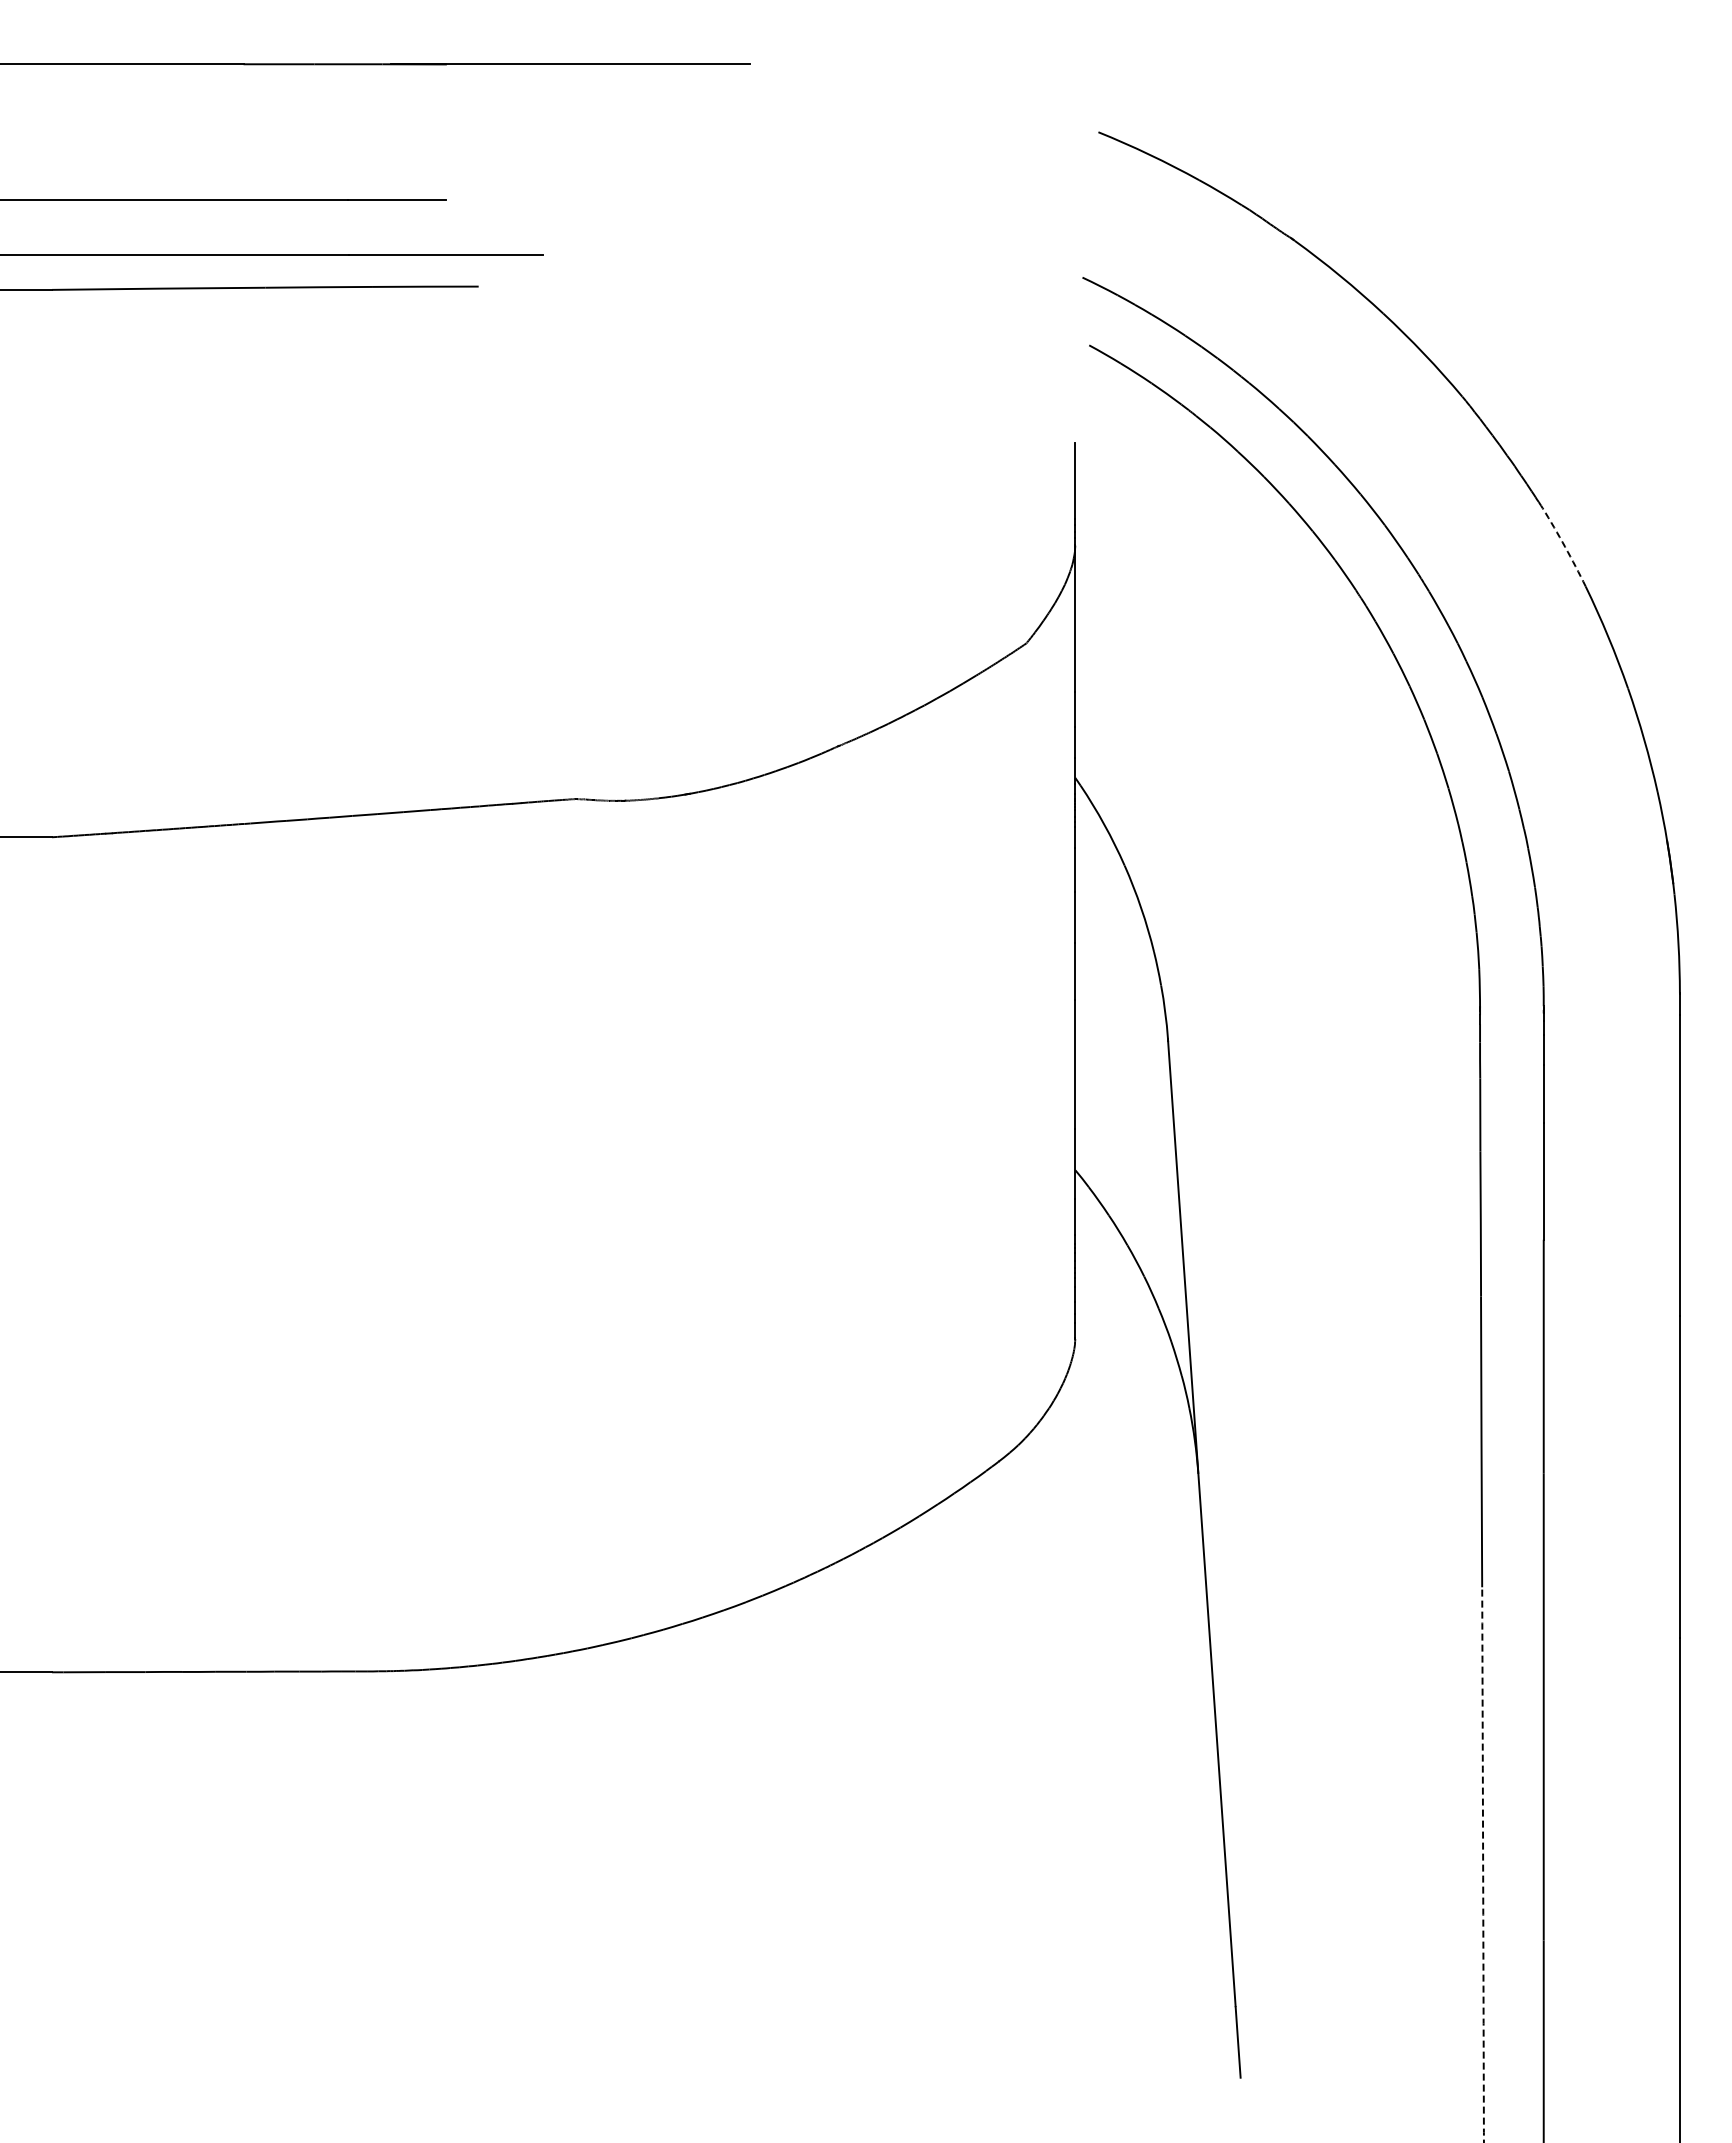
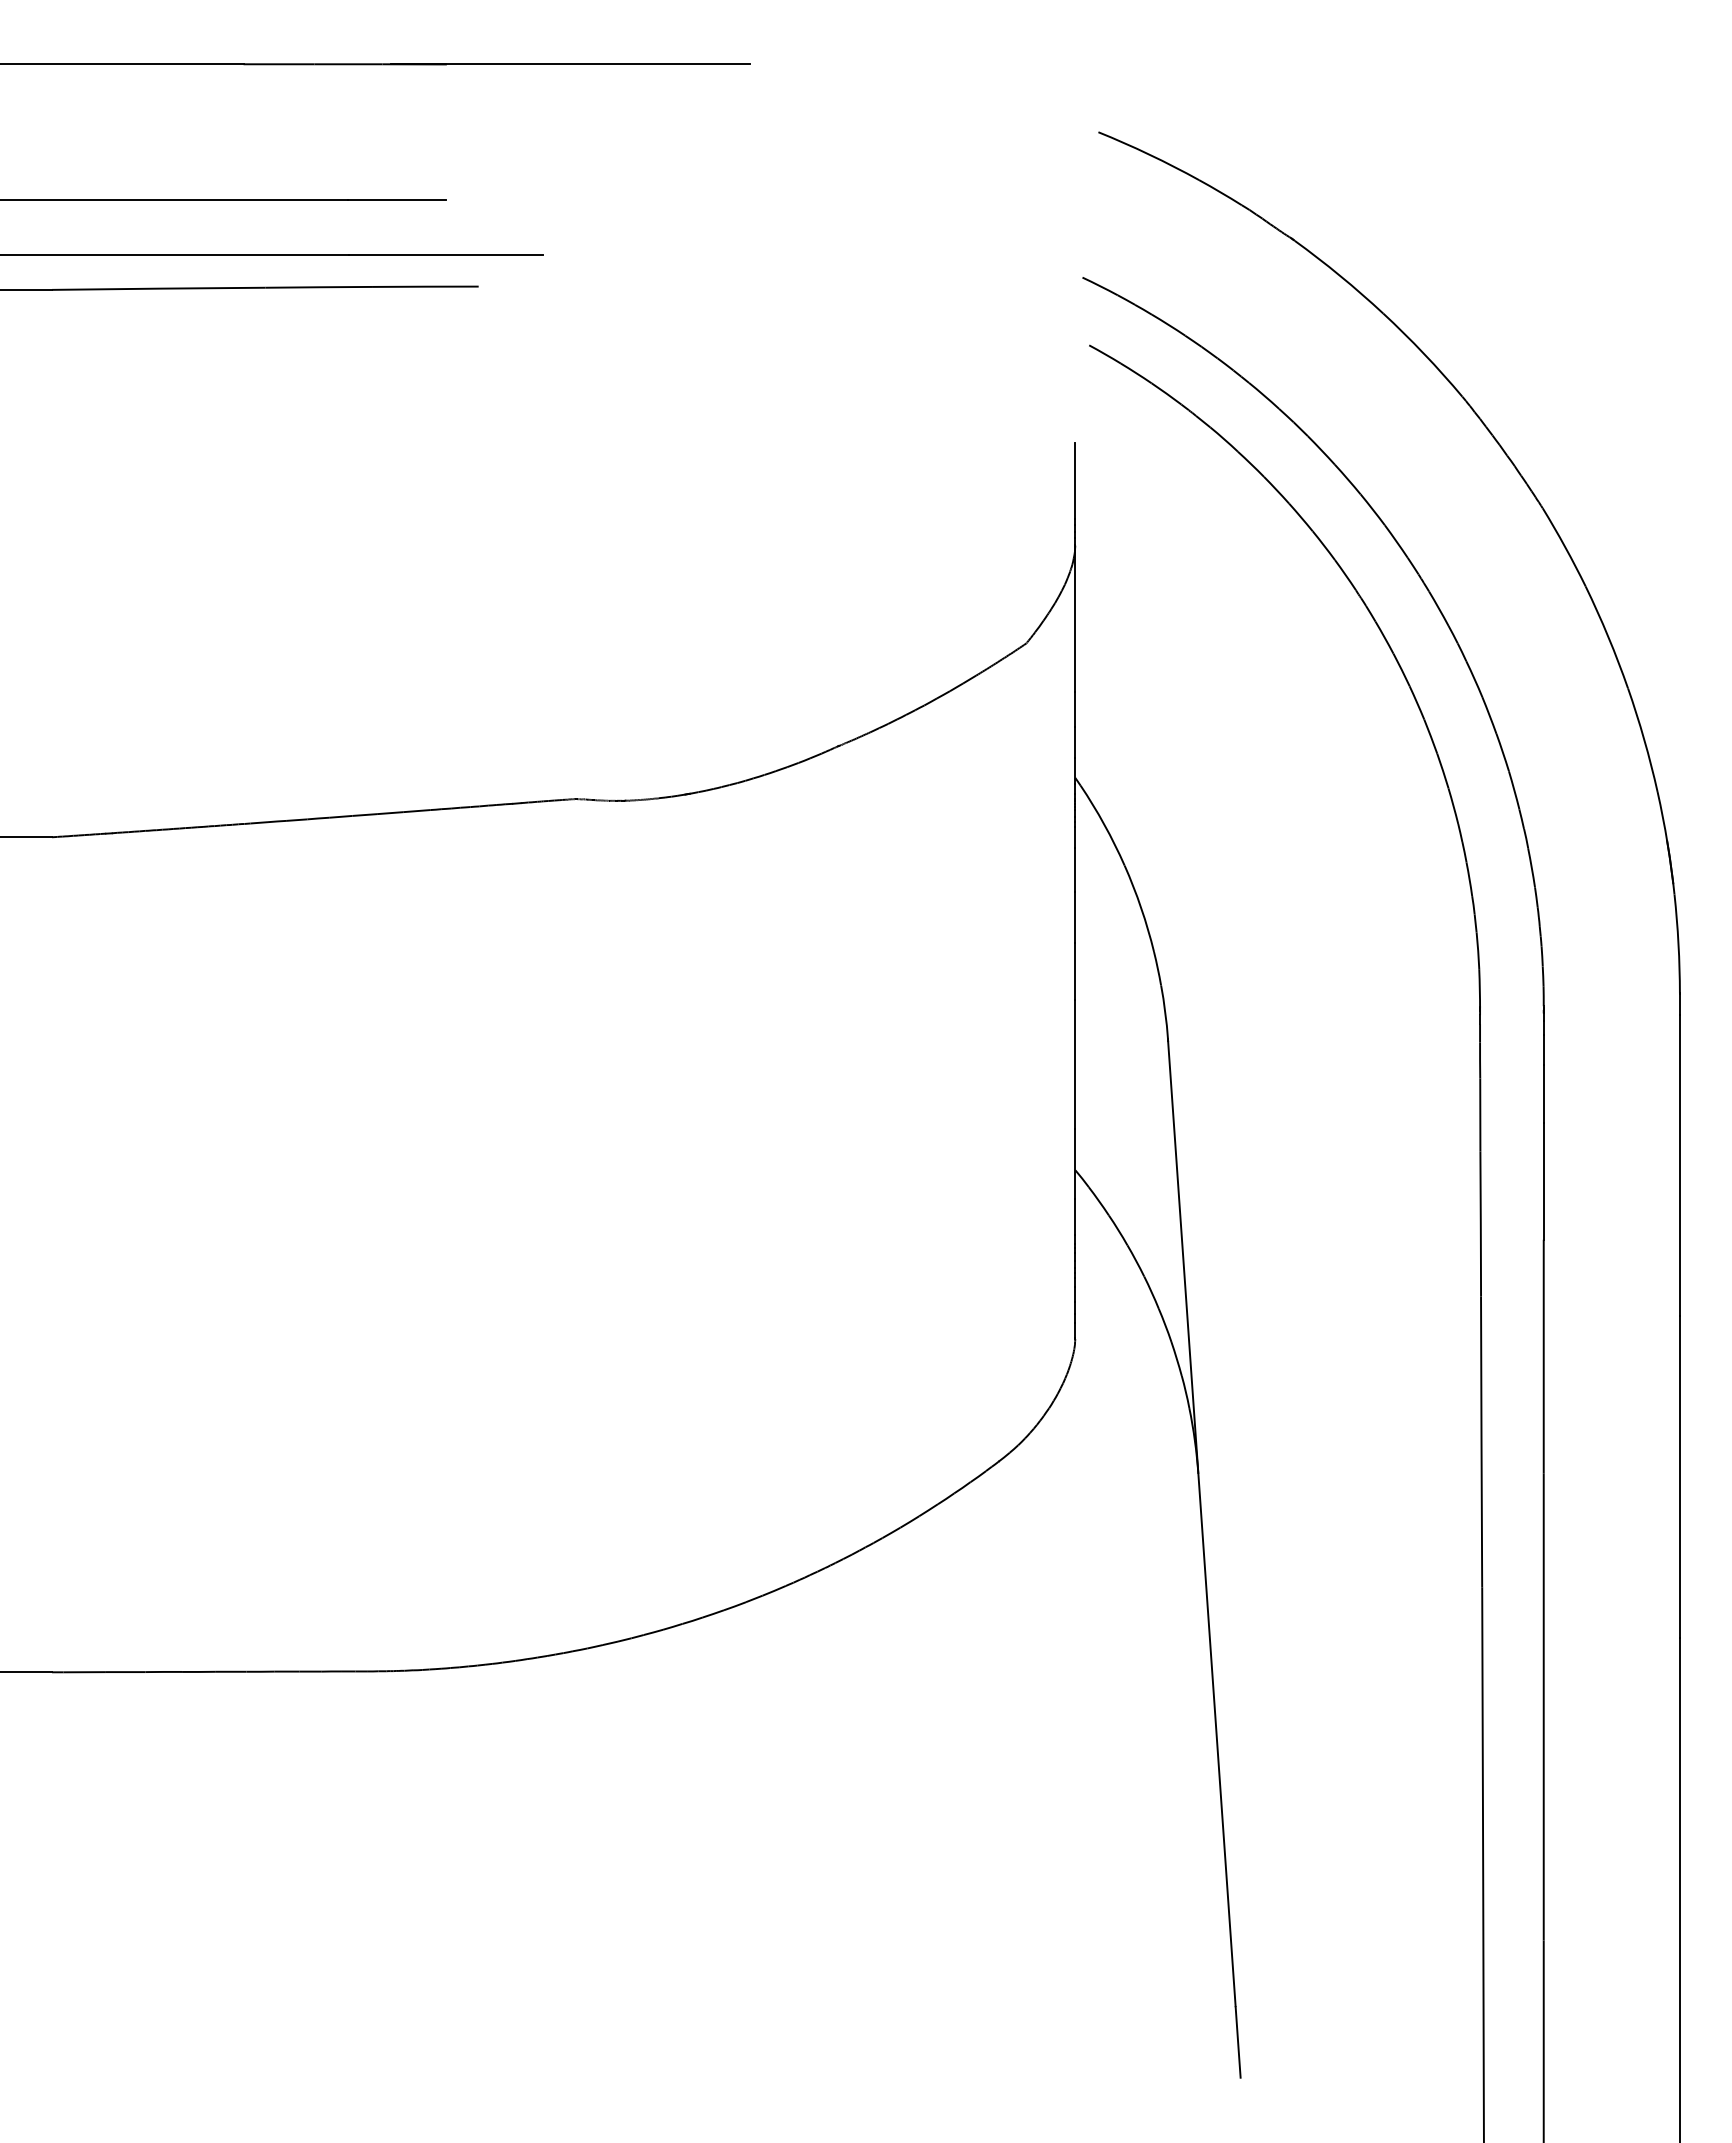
arc at (1565, 546): dashed -> solid
arc at (1483, 1864): dashed -> solid
